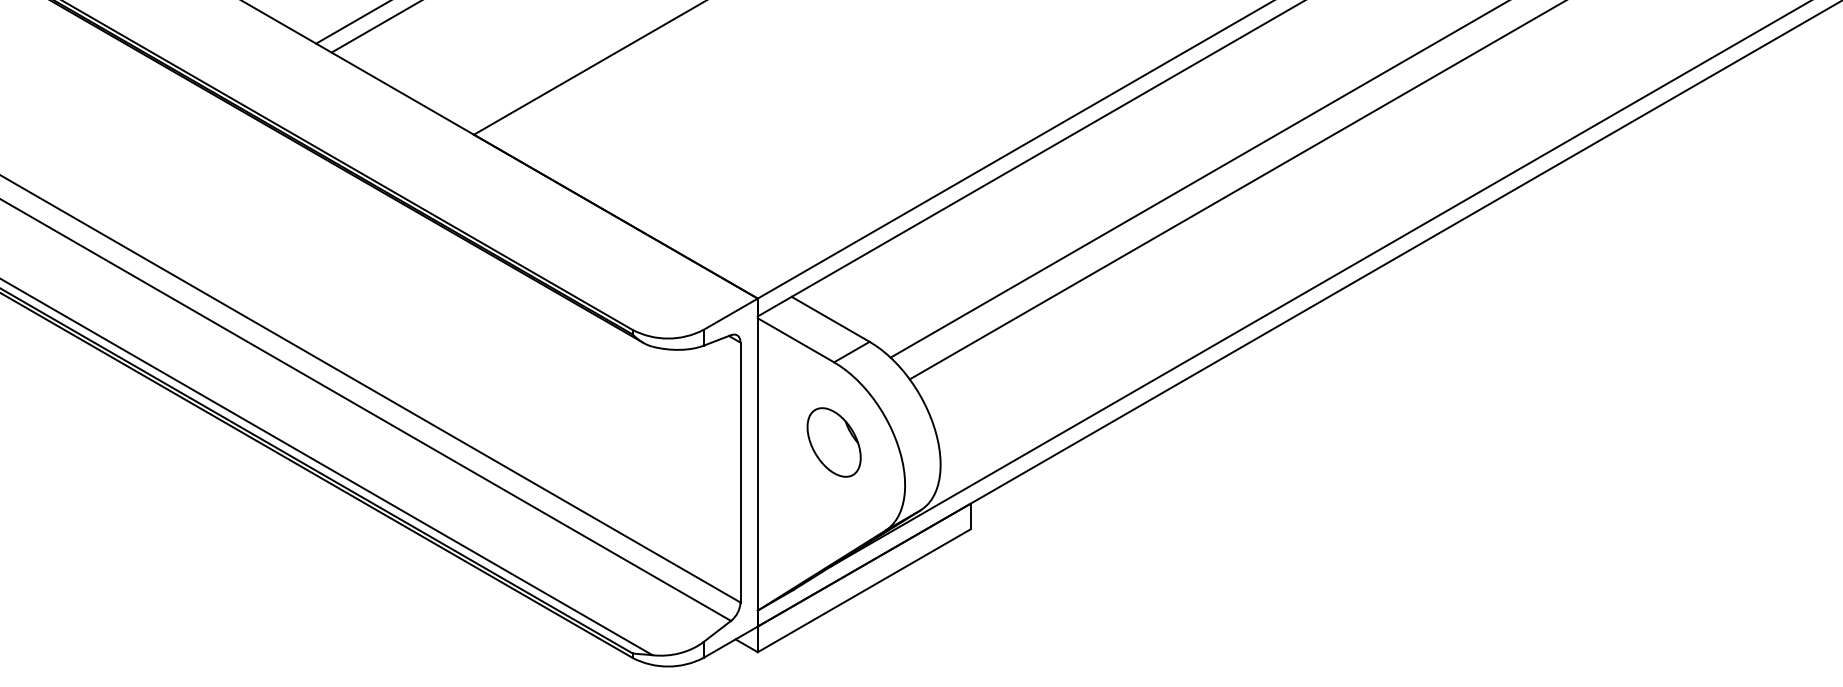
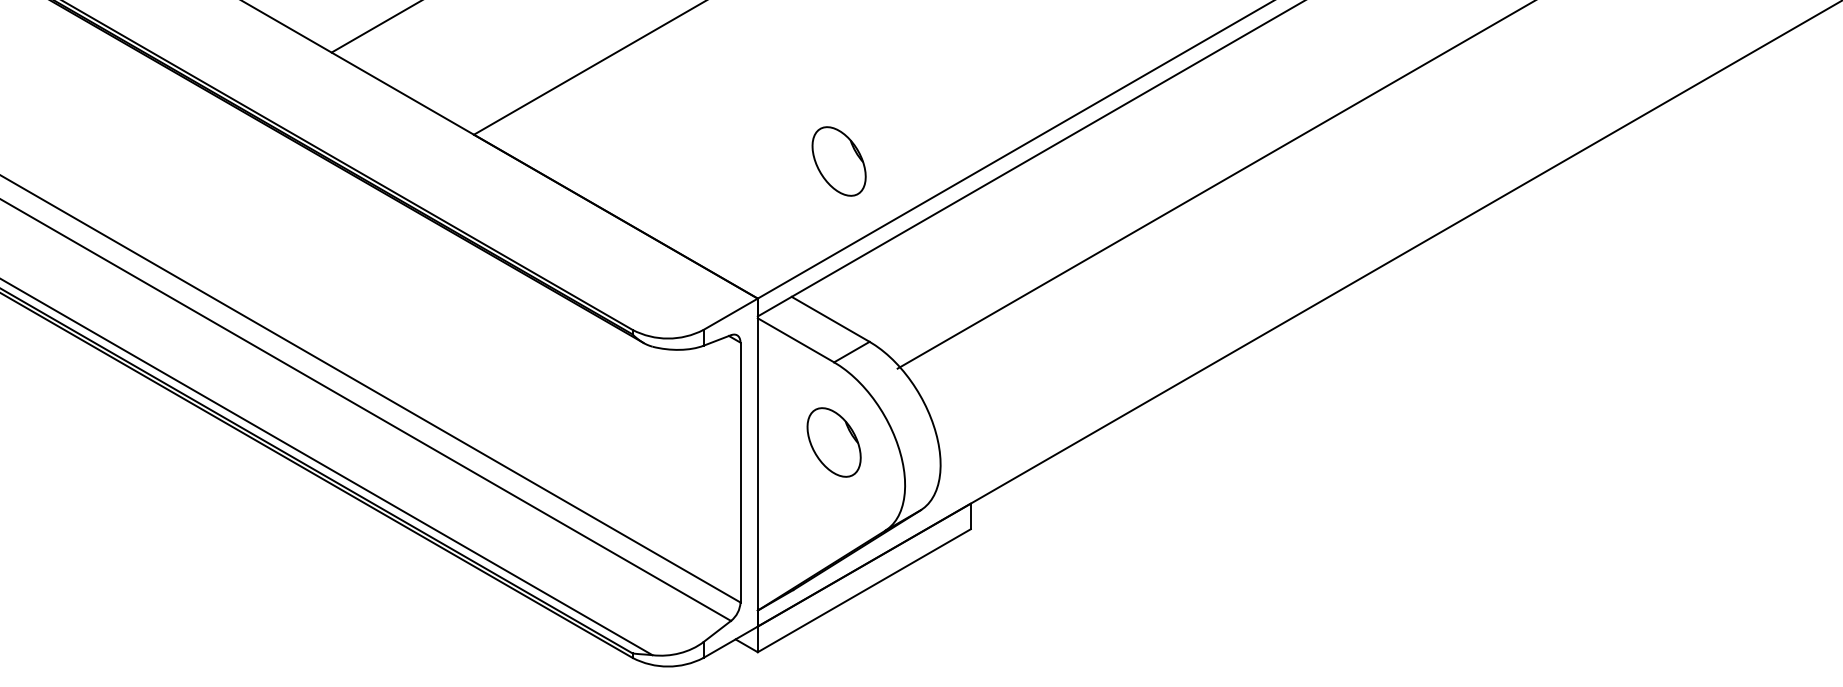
line at (352, 22): present -> none
part at (838, 161): none -> present
line at (1198, 179) position: (1198, 179) -> (1214, 185)
line at (1235, 190): present -> none
line at (1319, 284): present -> none
